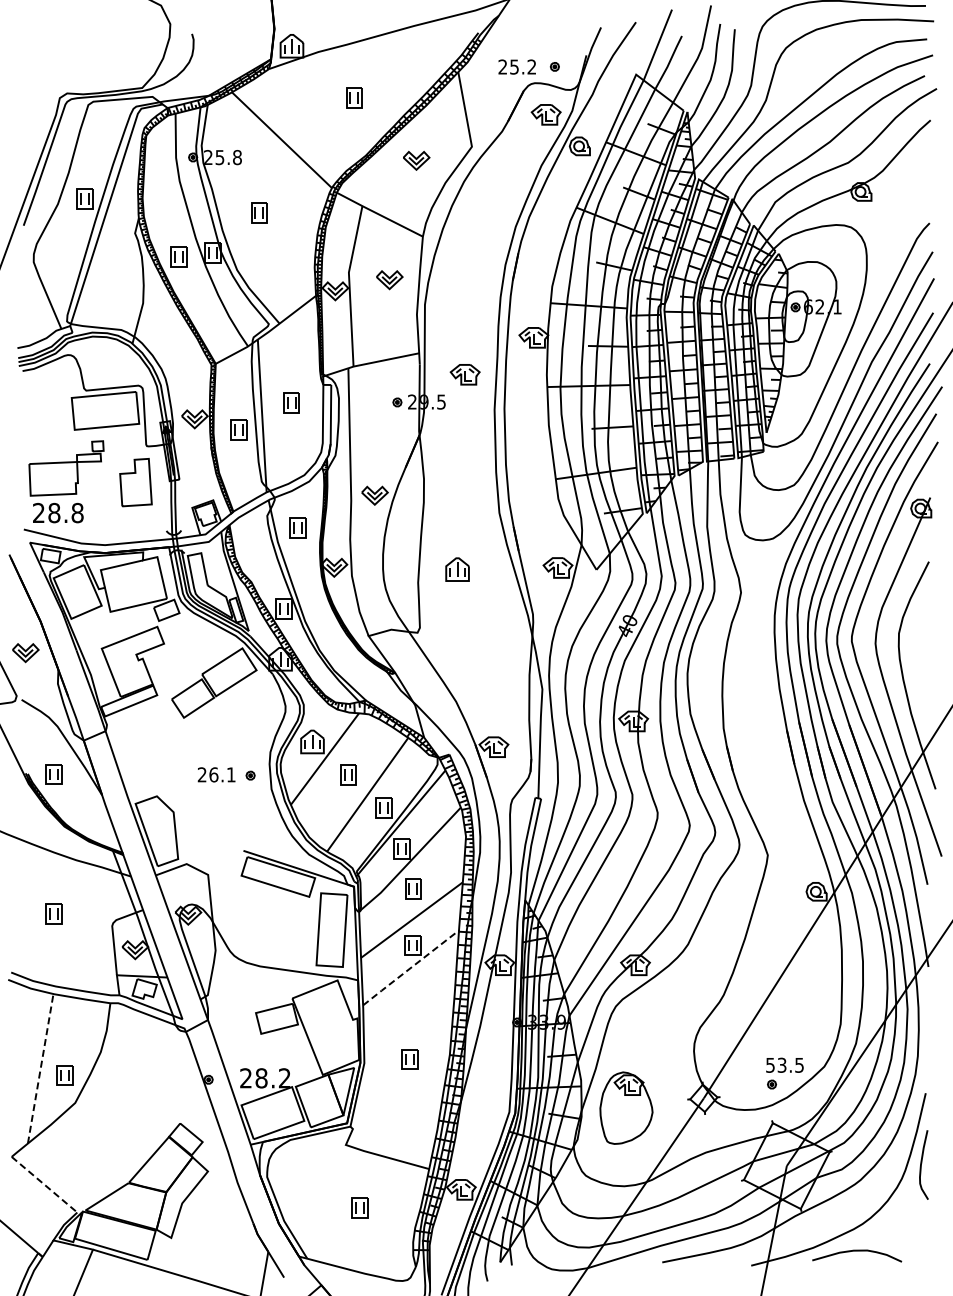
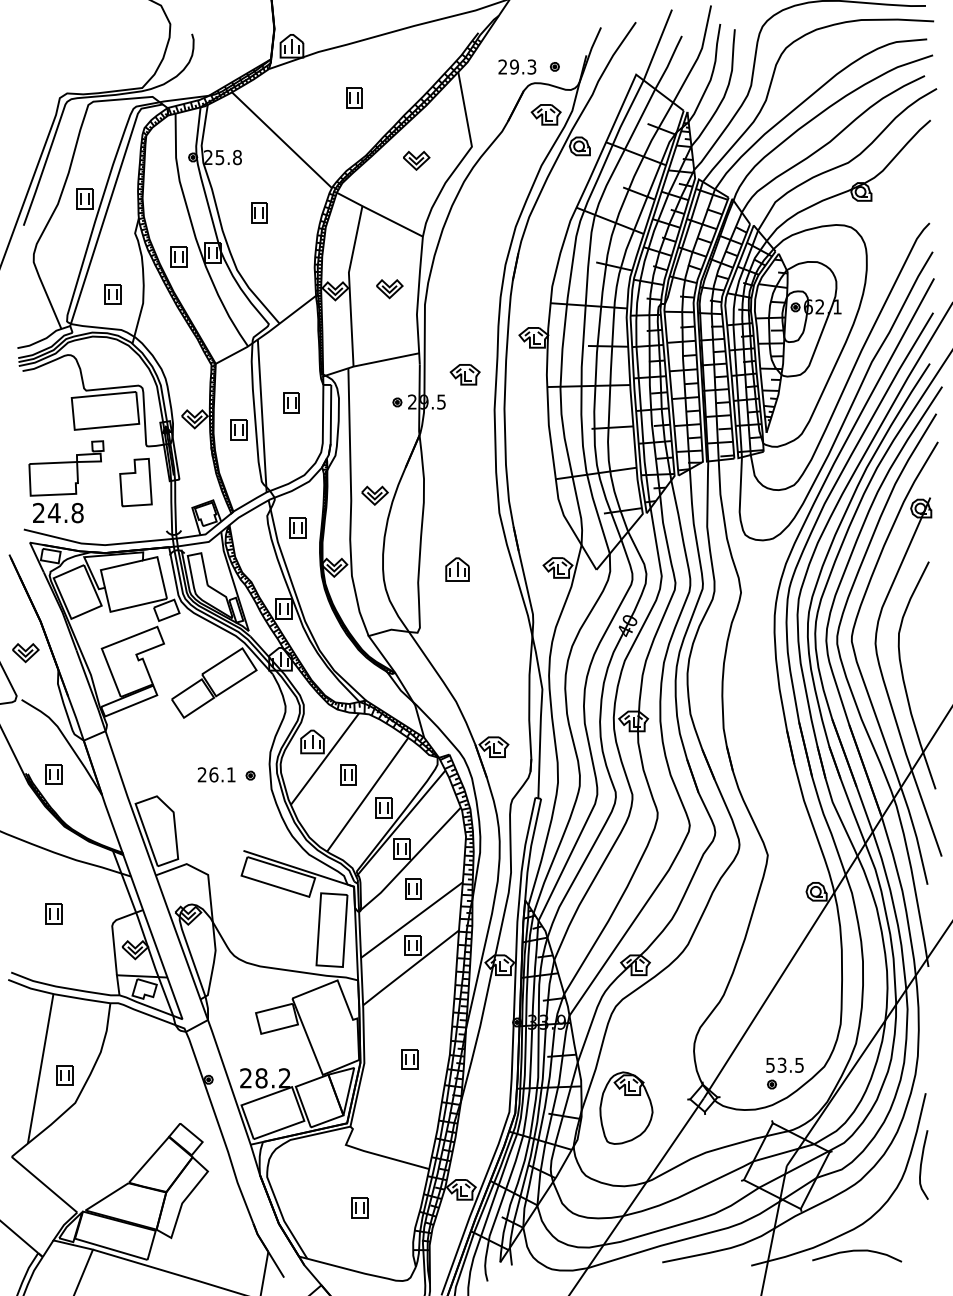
text at (523, 66): 25.2 -> 29.3
part at (389, 280) position: (389, 280) -> (389, 289)
part at (112, 294): none -> present
text at (53, 512): 28.8 -> 24.8
line at (410, 968): dashed -> solid
line at (40, 1068): dashed -> solid
line at (44, 1185): dashed -> solid
